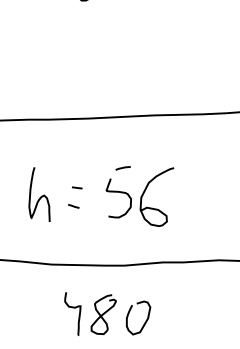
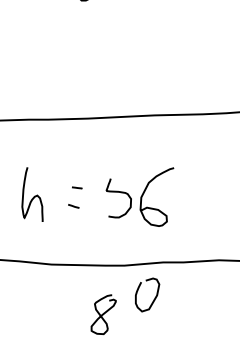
line at (122, 168): present -> none
curve at (41, 195) position: (41, 195) -> (34, 195)
curve at (72, 308): present -> none
curve at (145, 320) position: (145, 320) -> (154, 297)
